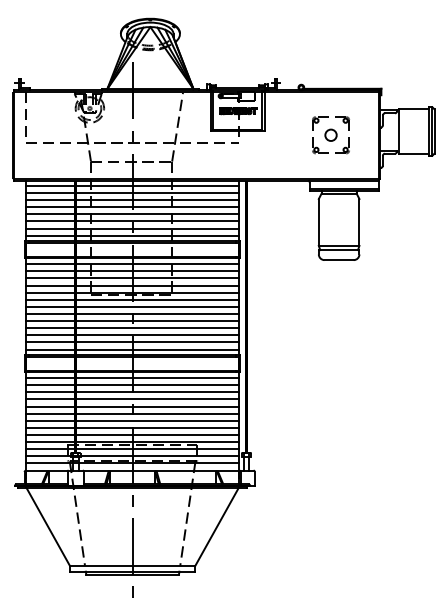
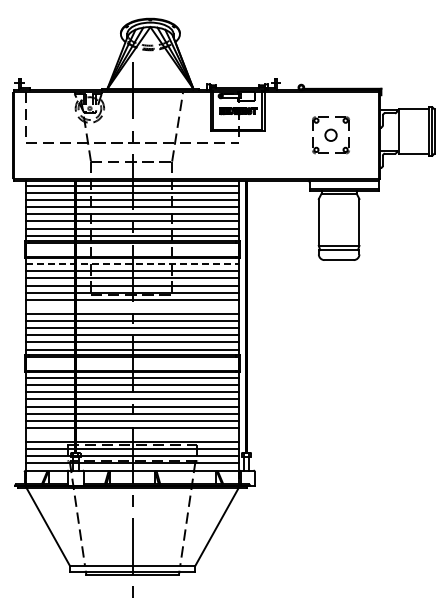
line at (133, 264): solid -> dashed
line at (132, 306): present -> none
line at (132, 435): present -> none
